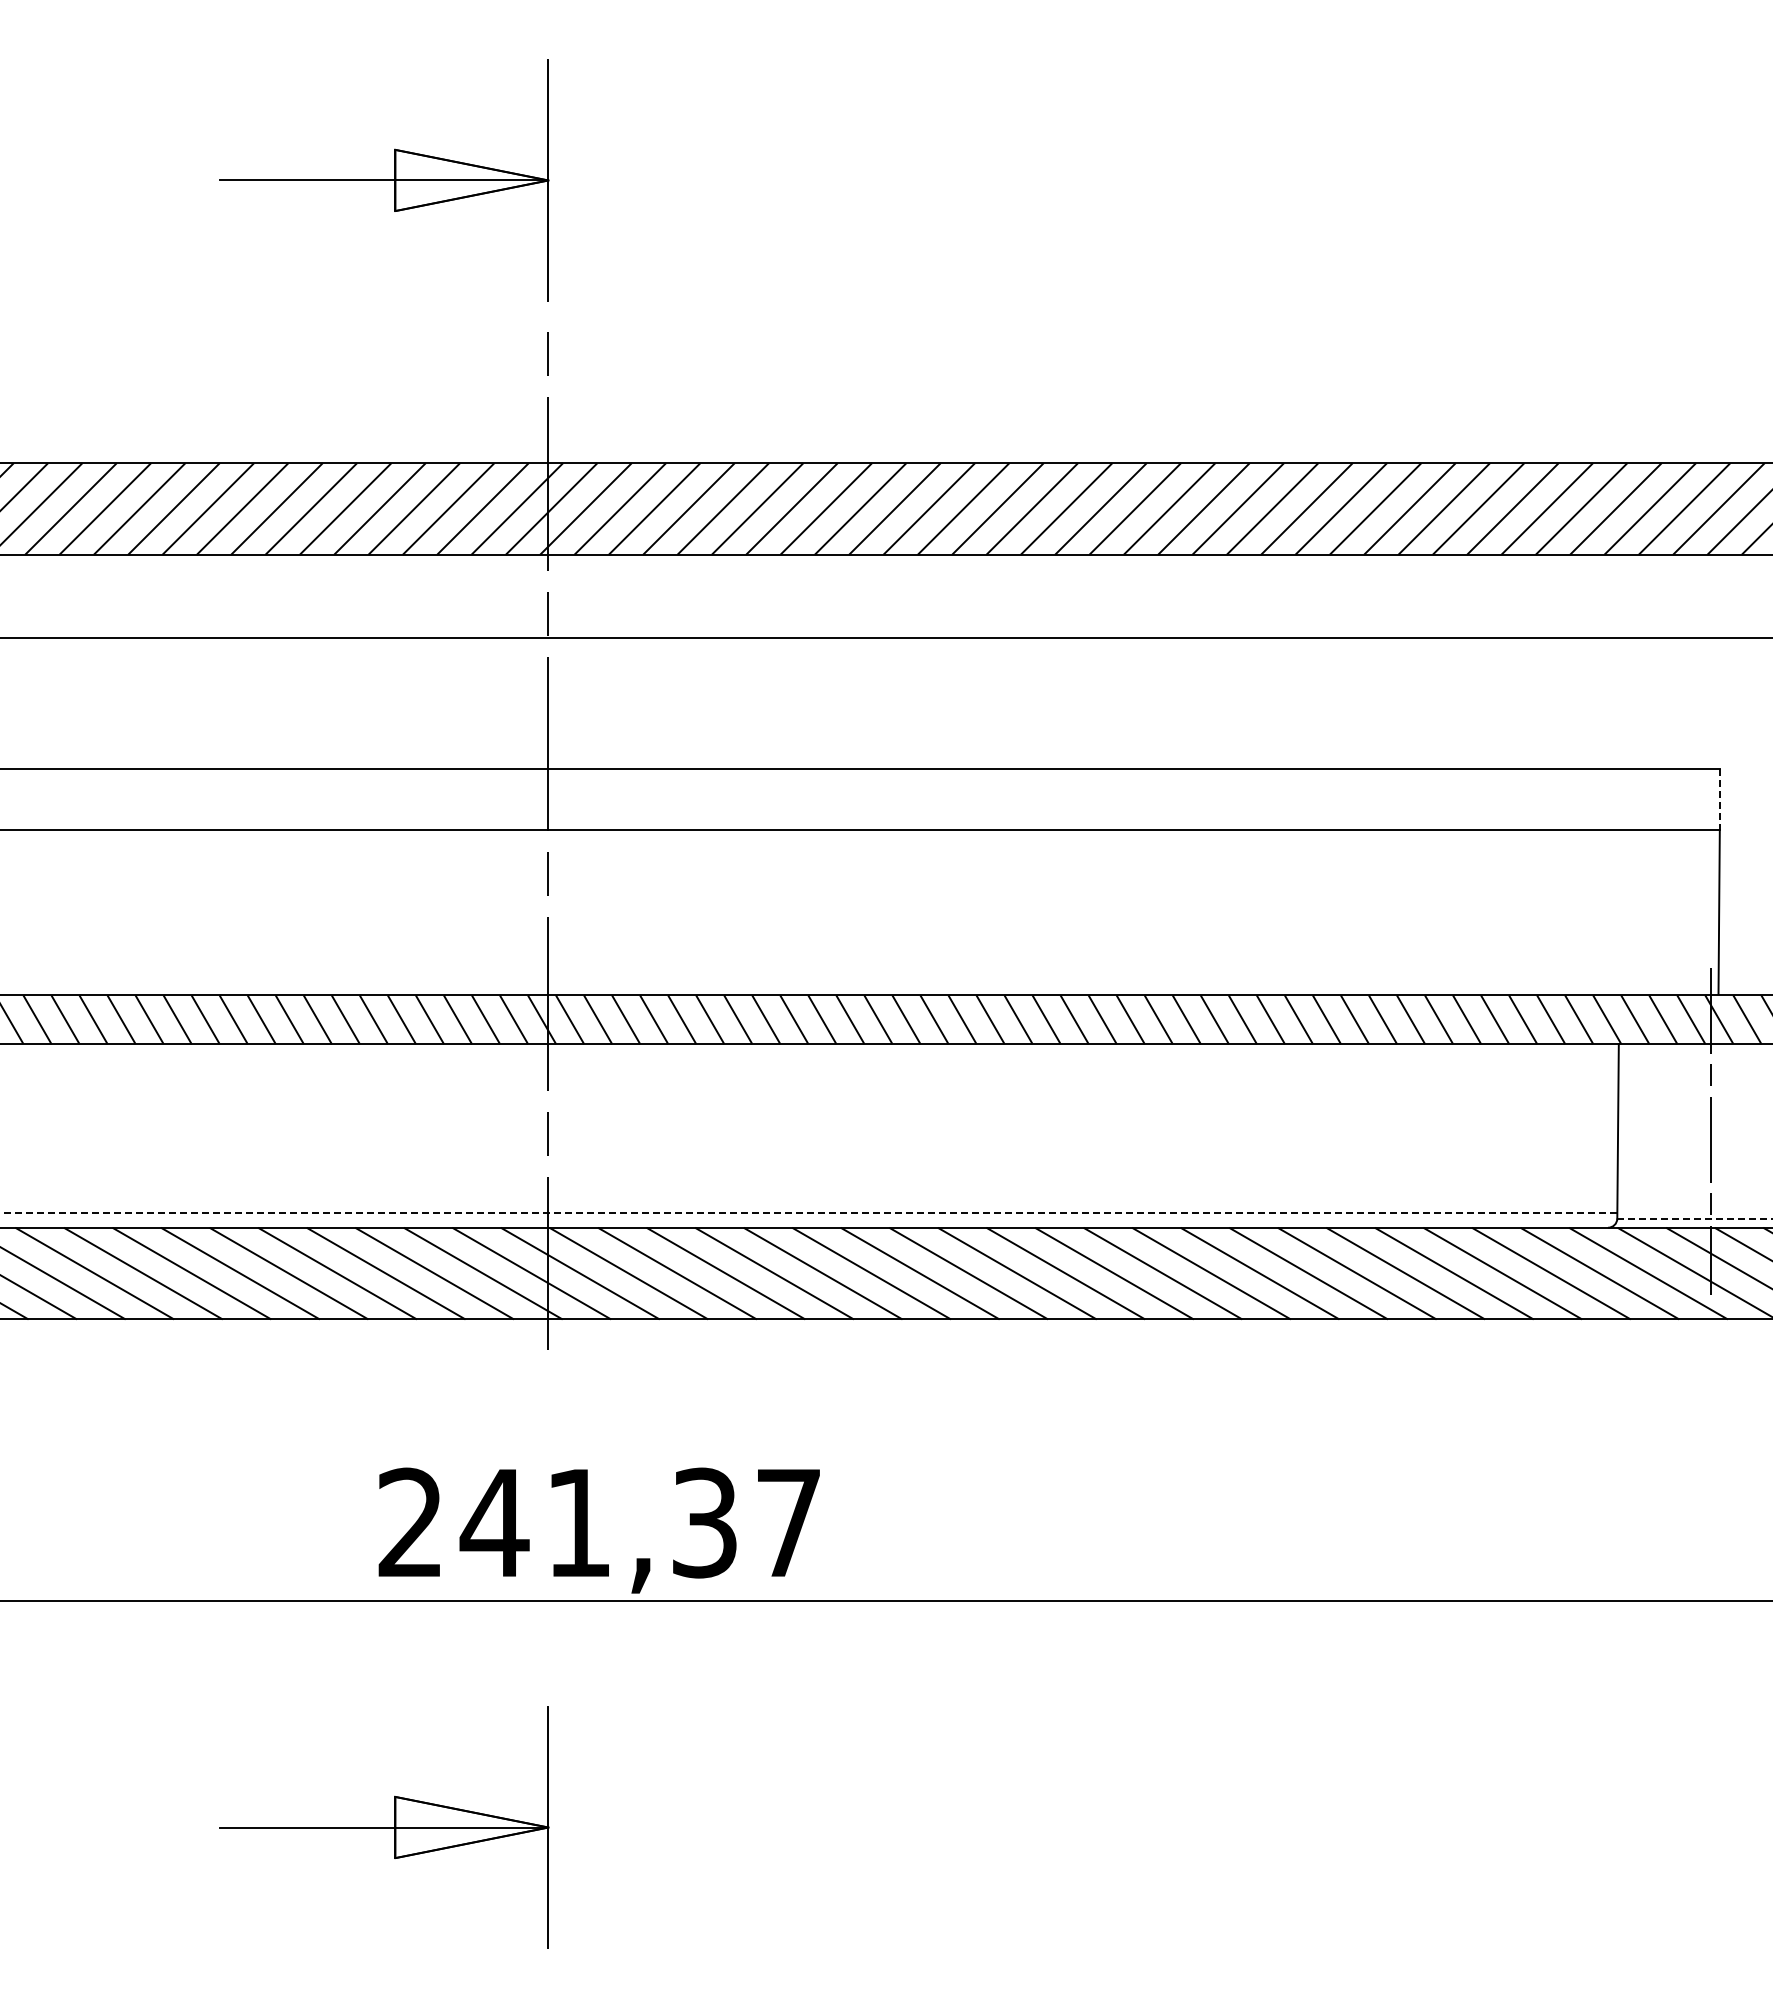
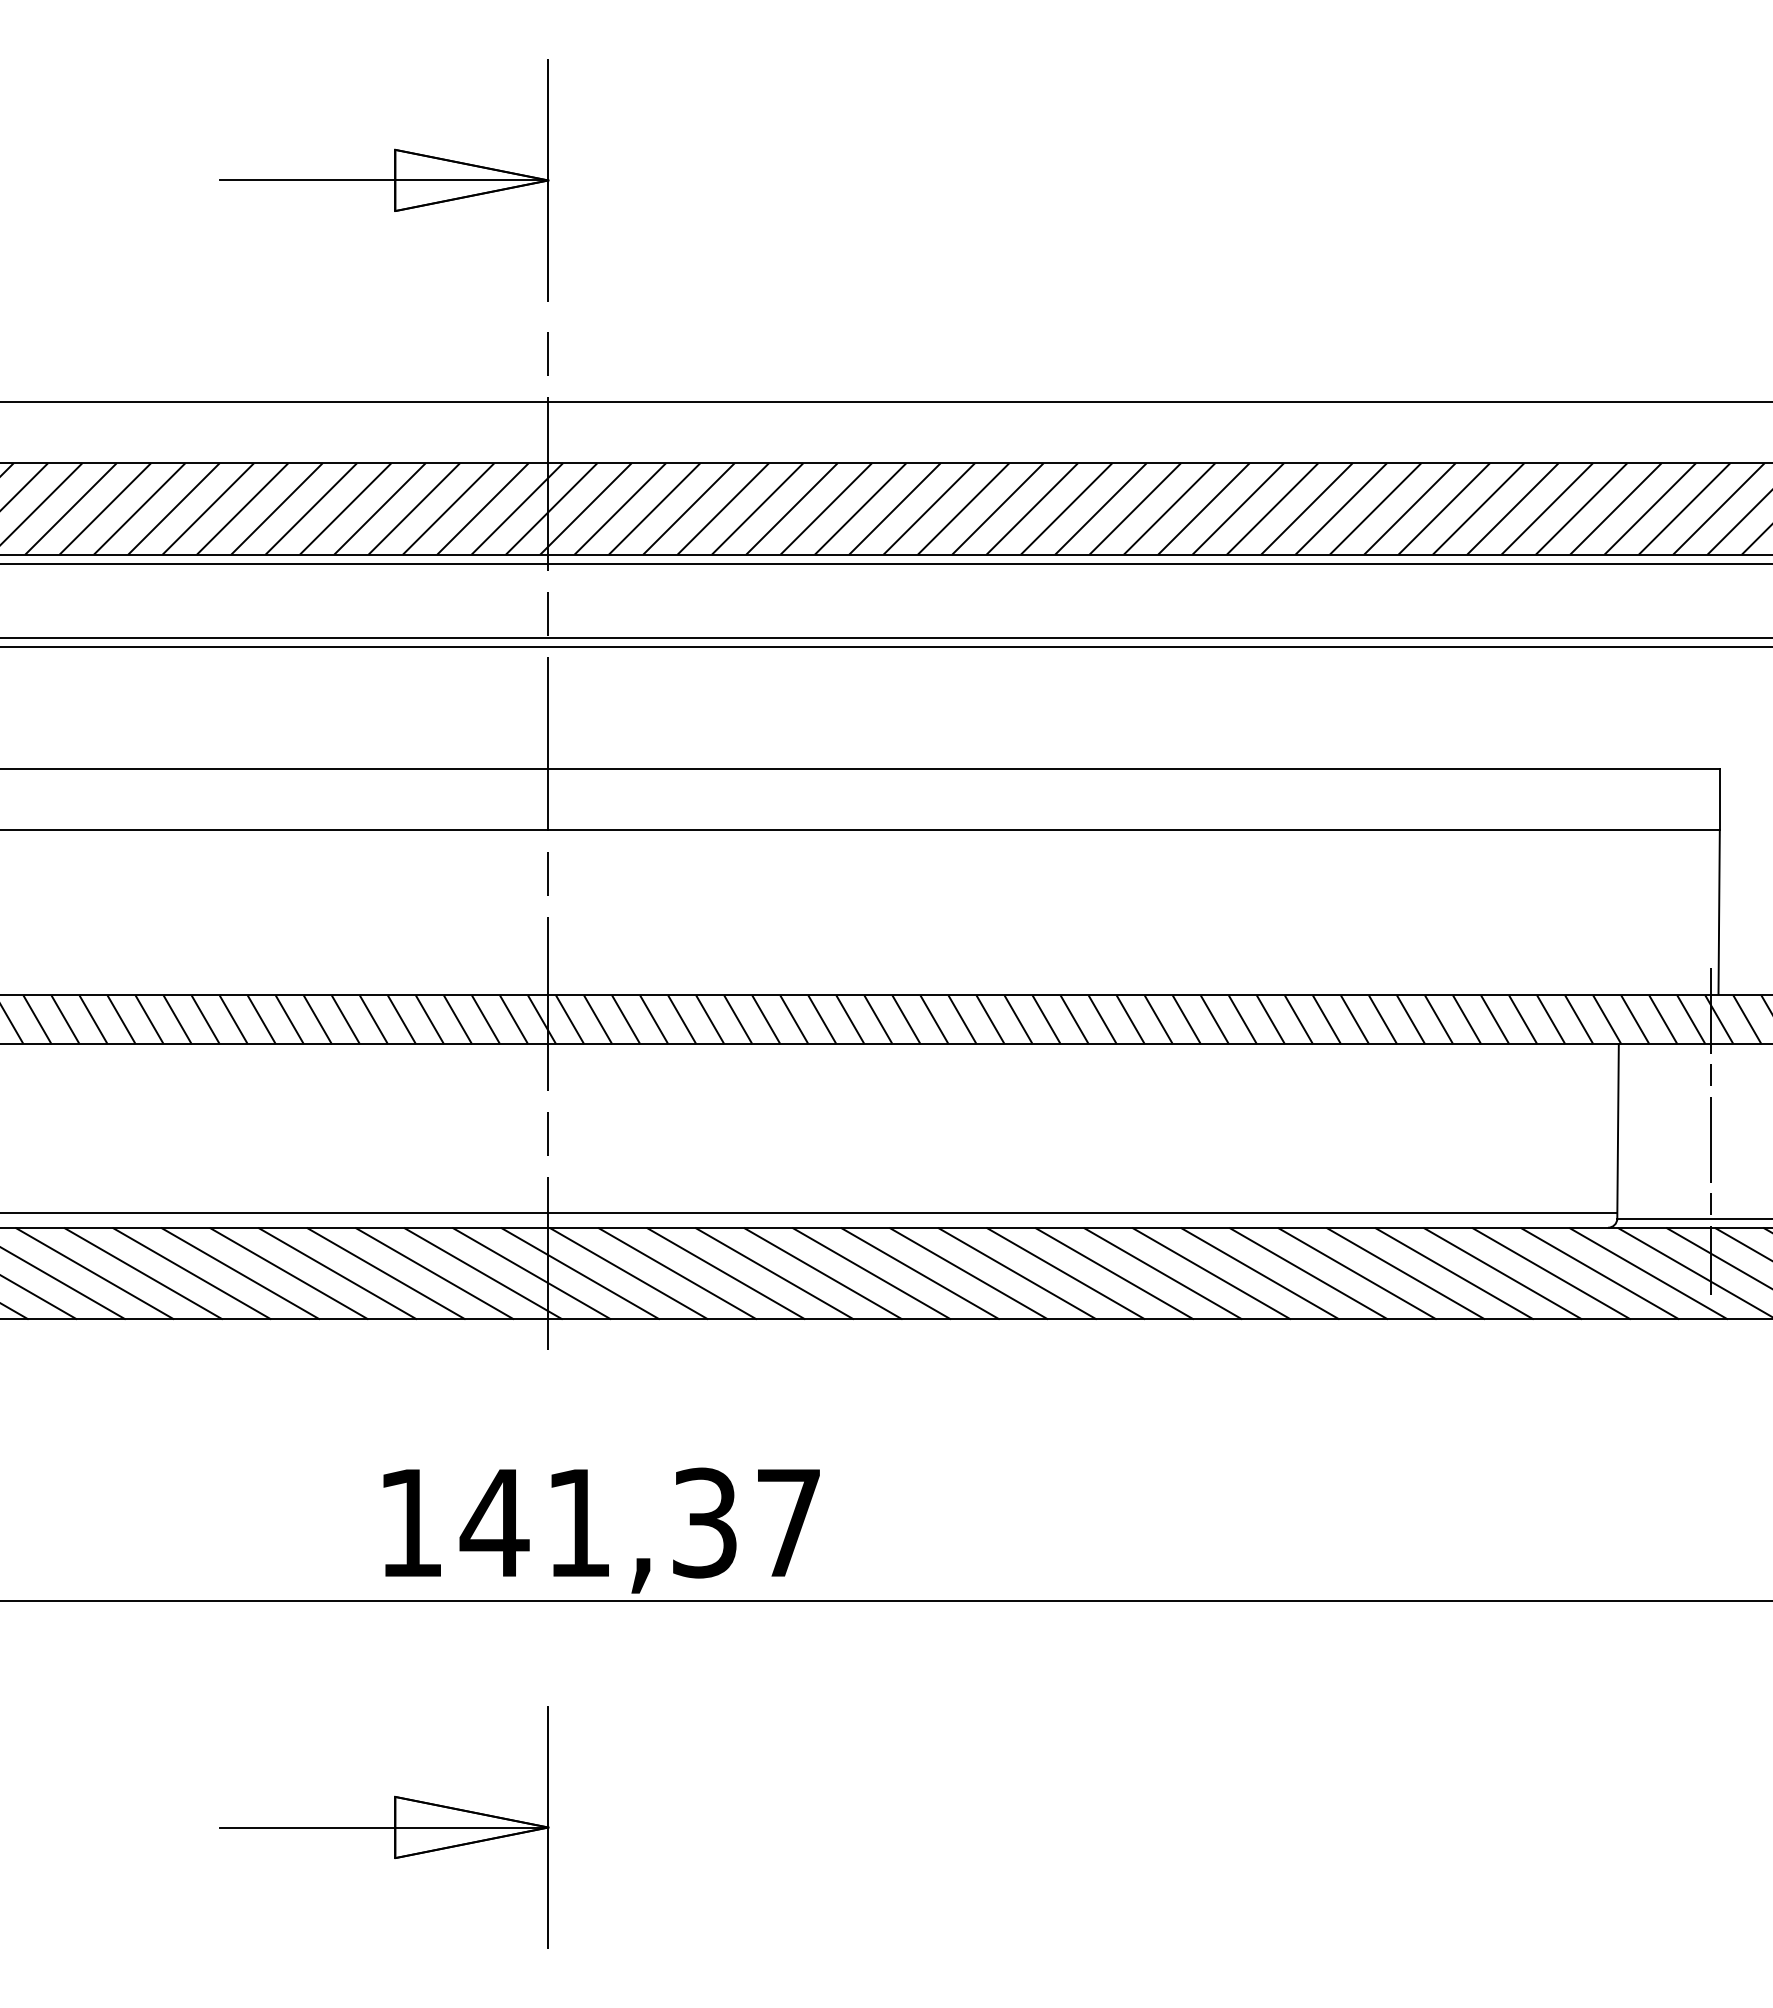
line at (885, 401): none -> present
line at (885, 563): none -> present
line at (885, 646): none -> present
line at (1719, 799): dashed -> solid
line at (808, 1212): dashed -> solid
line at (1695, 1218): dashed -> solid
text at (409, 1521): 241,37 -> 141,37
